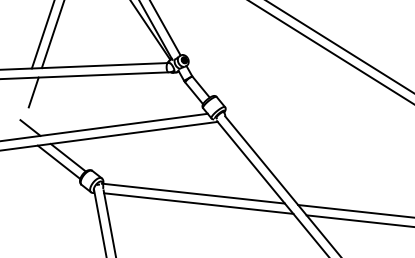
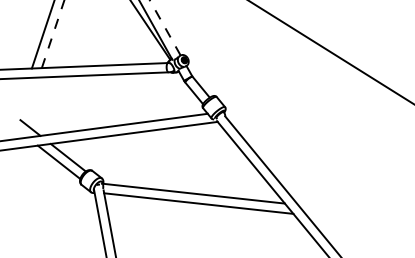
line at (165, 27): solid -> dashed
line at (53, 34): solid -> dashed
line at (339, 46): present -> none
line at (33, 92): present -> none
line at (354, 211): present -> none
line at (358, 220): present -> none
